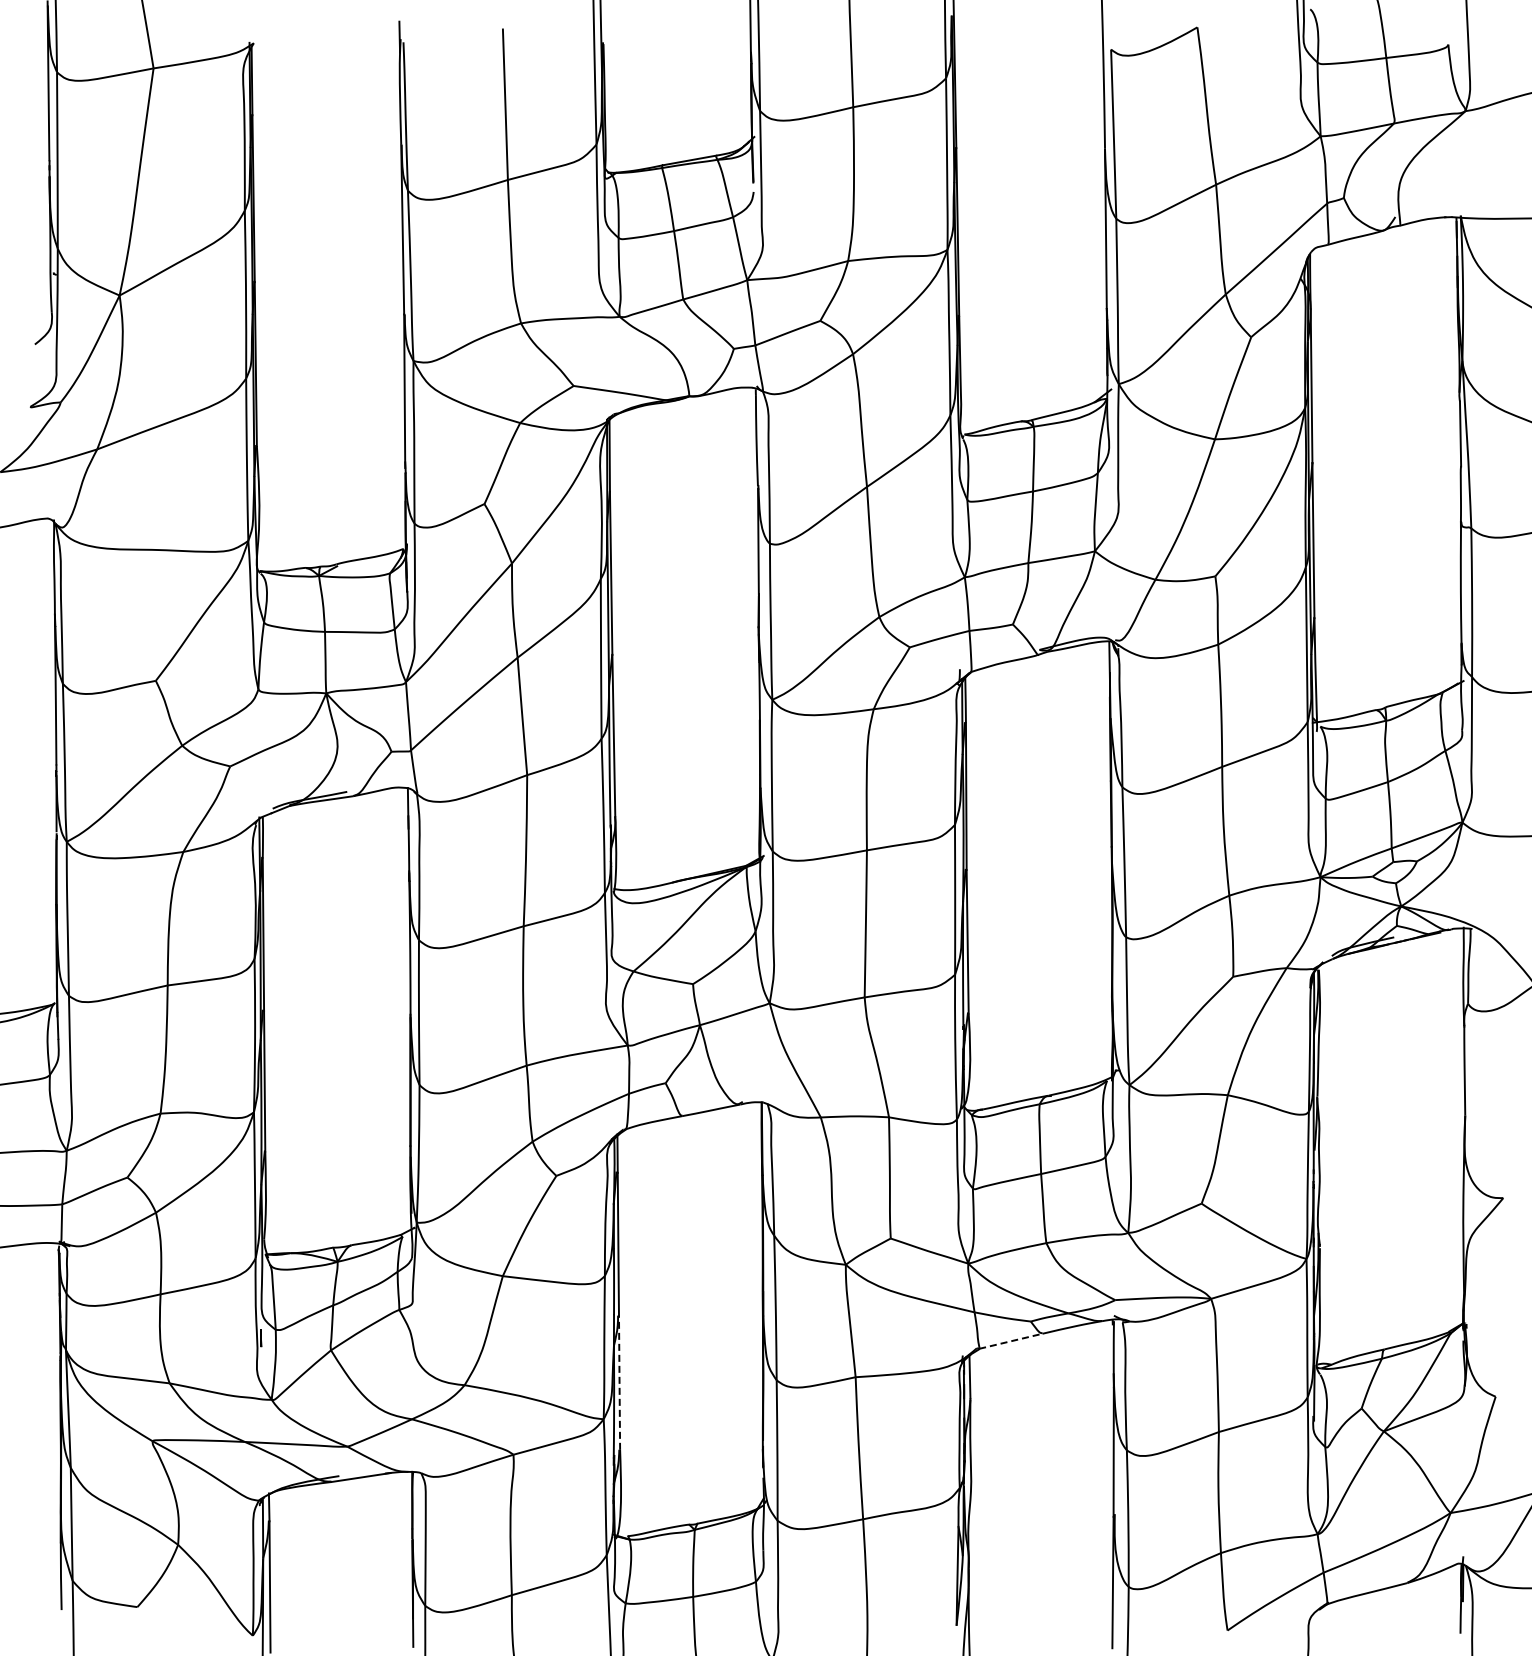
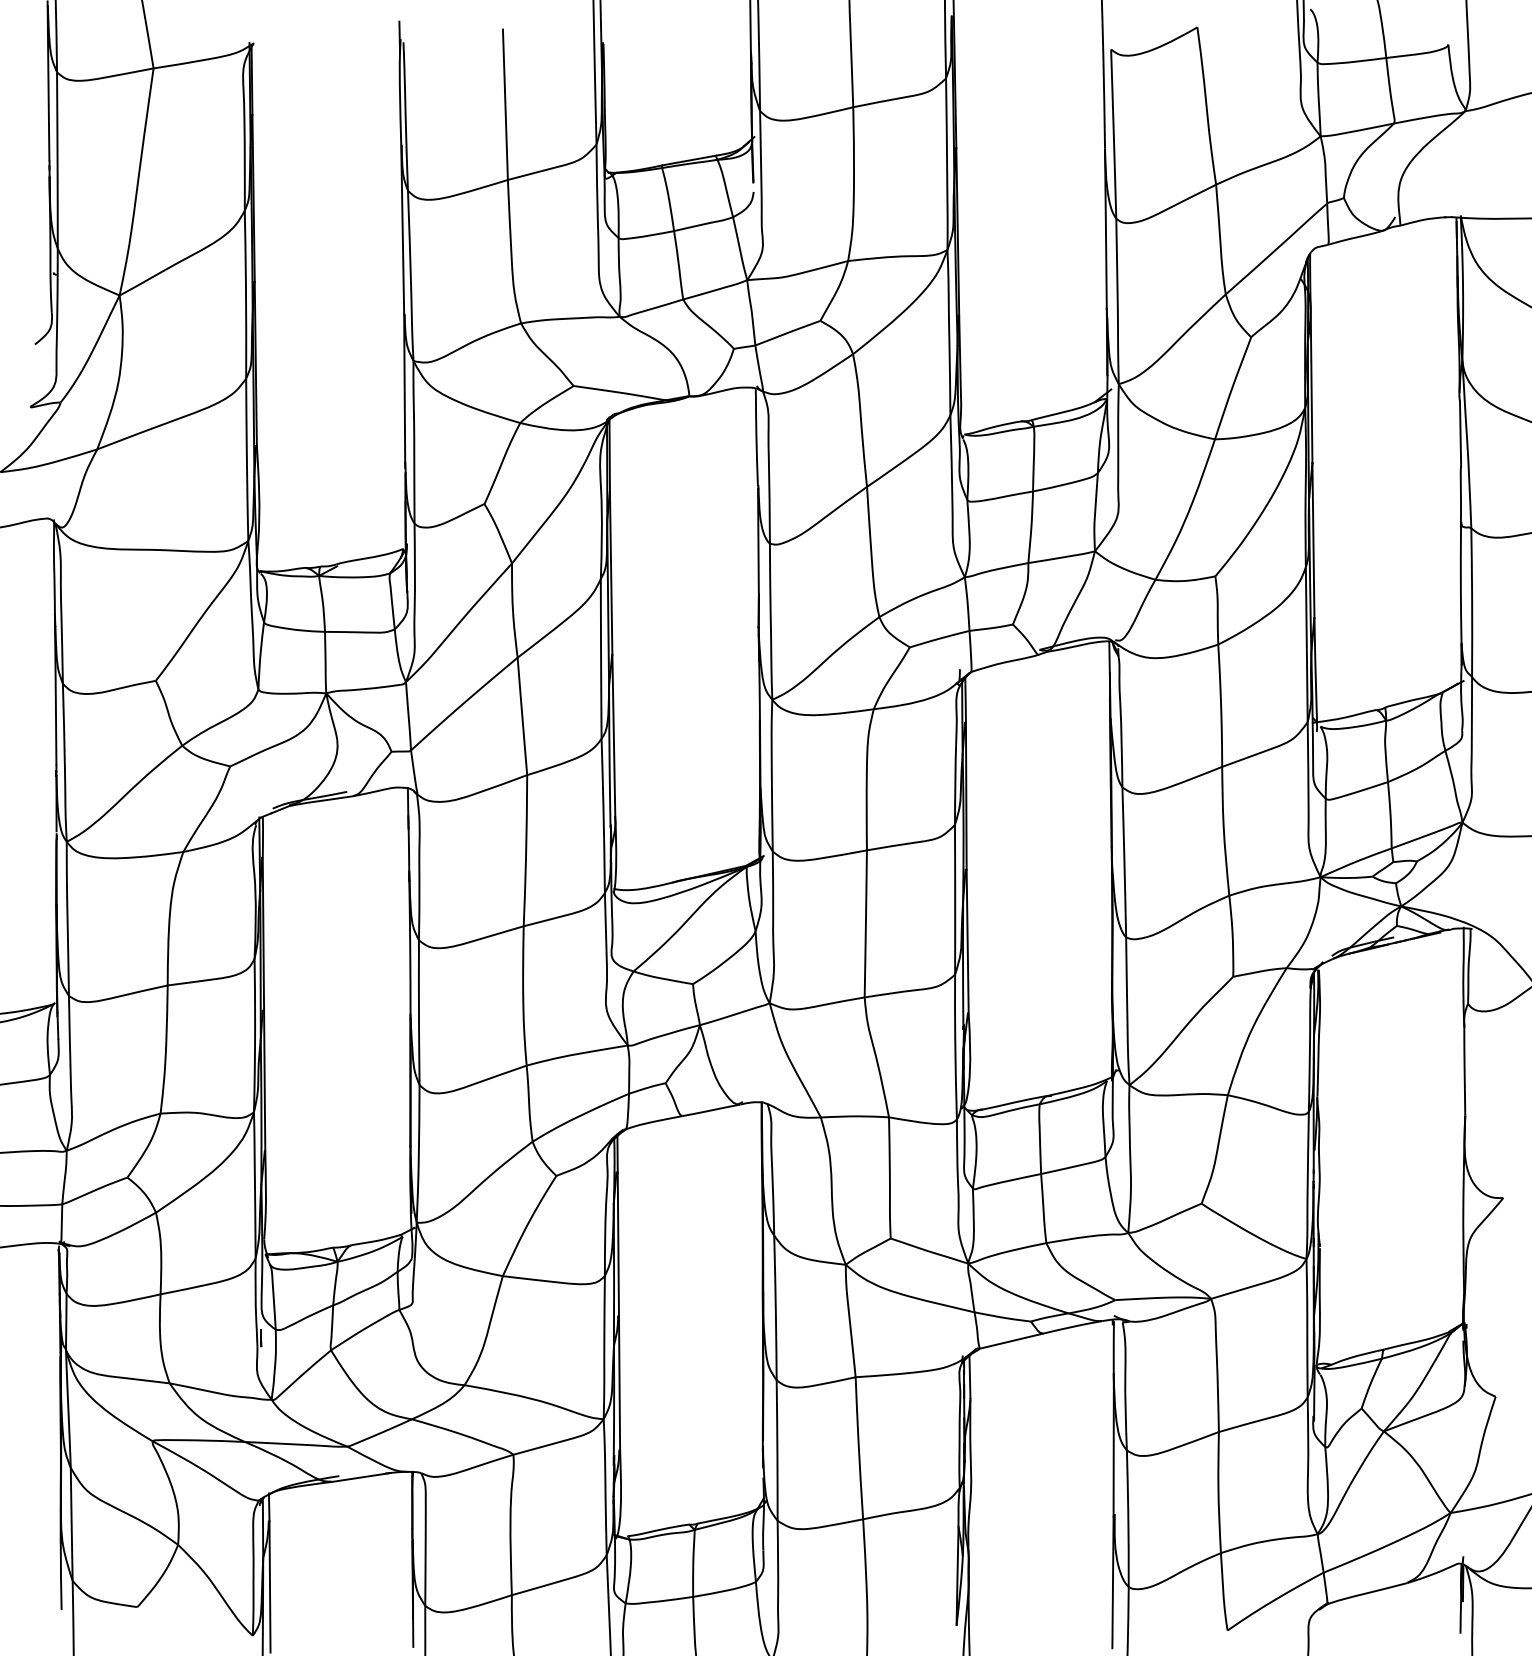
line at (1010, 1341): dashed -> solid
line at (619, 1382): dashed -> solid
